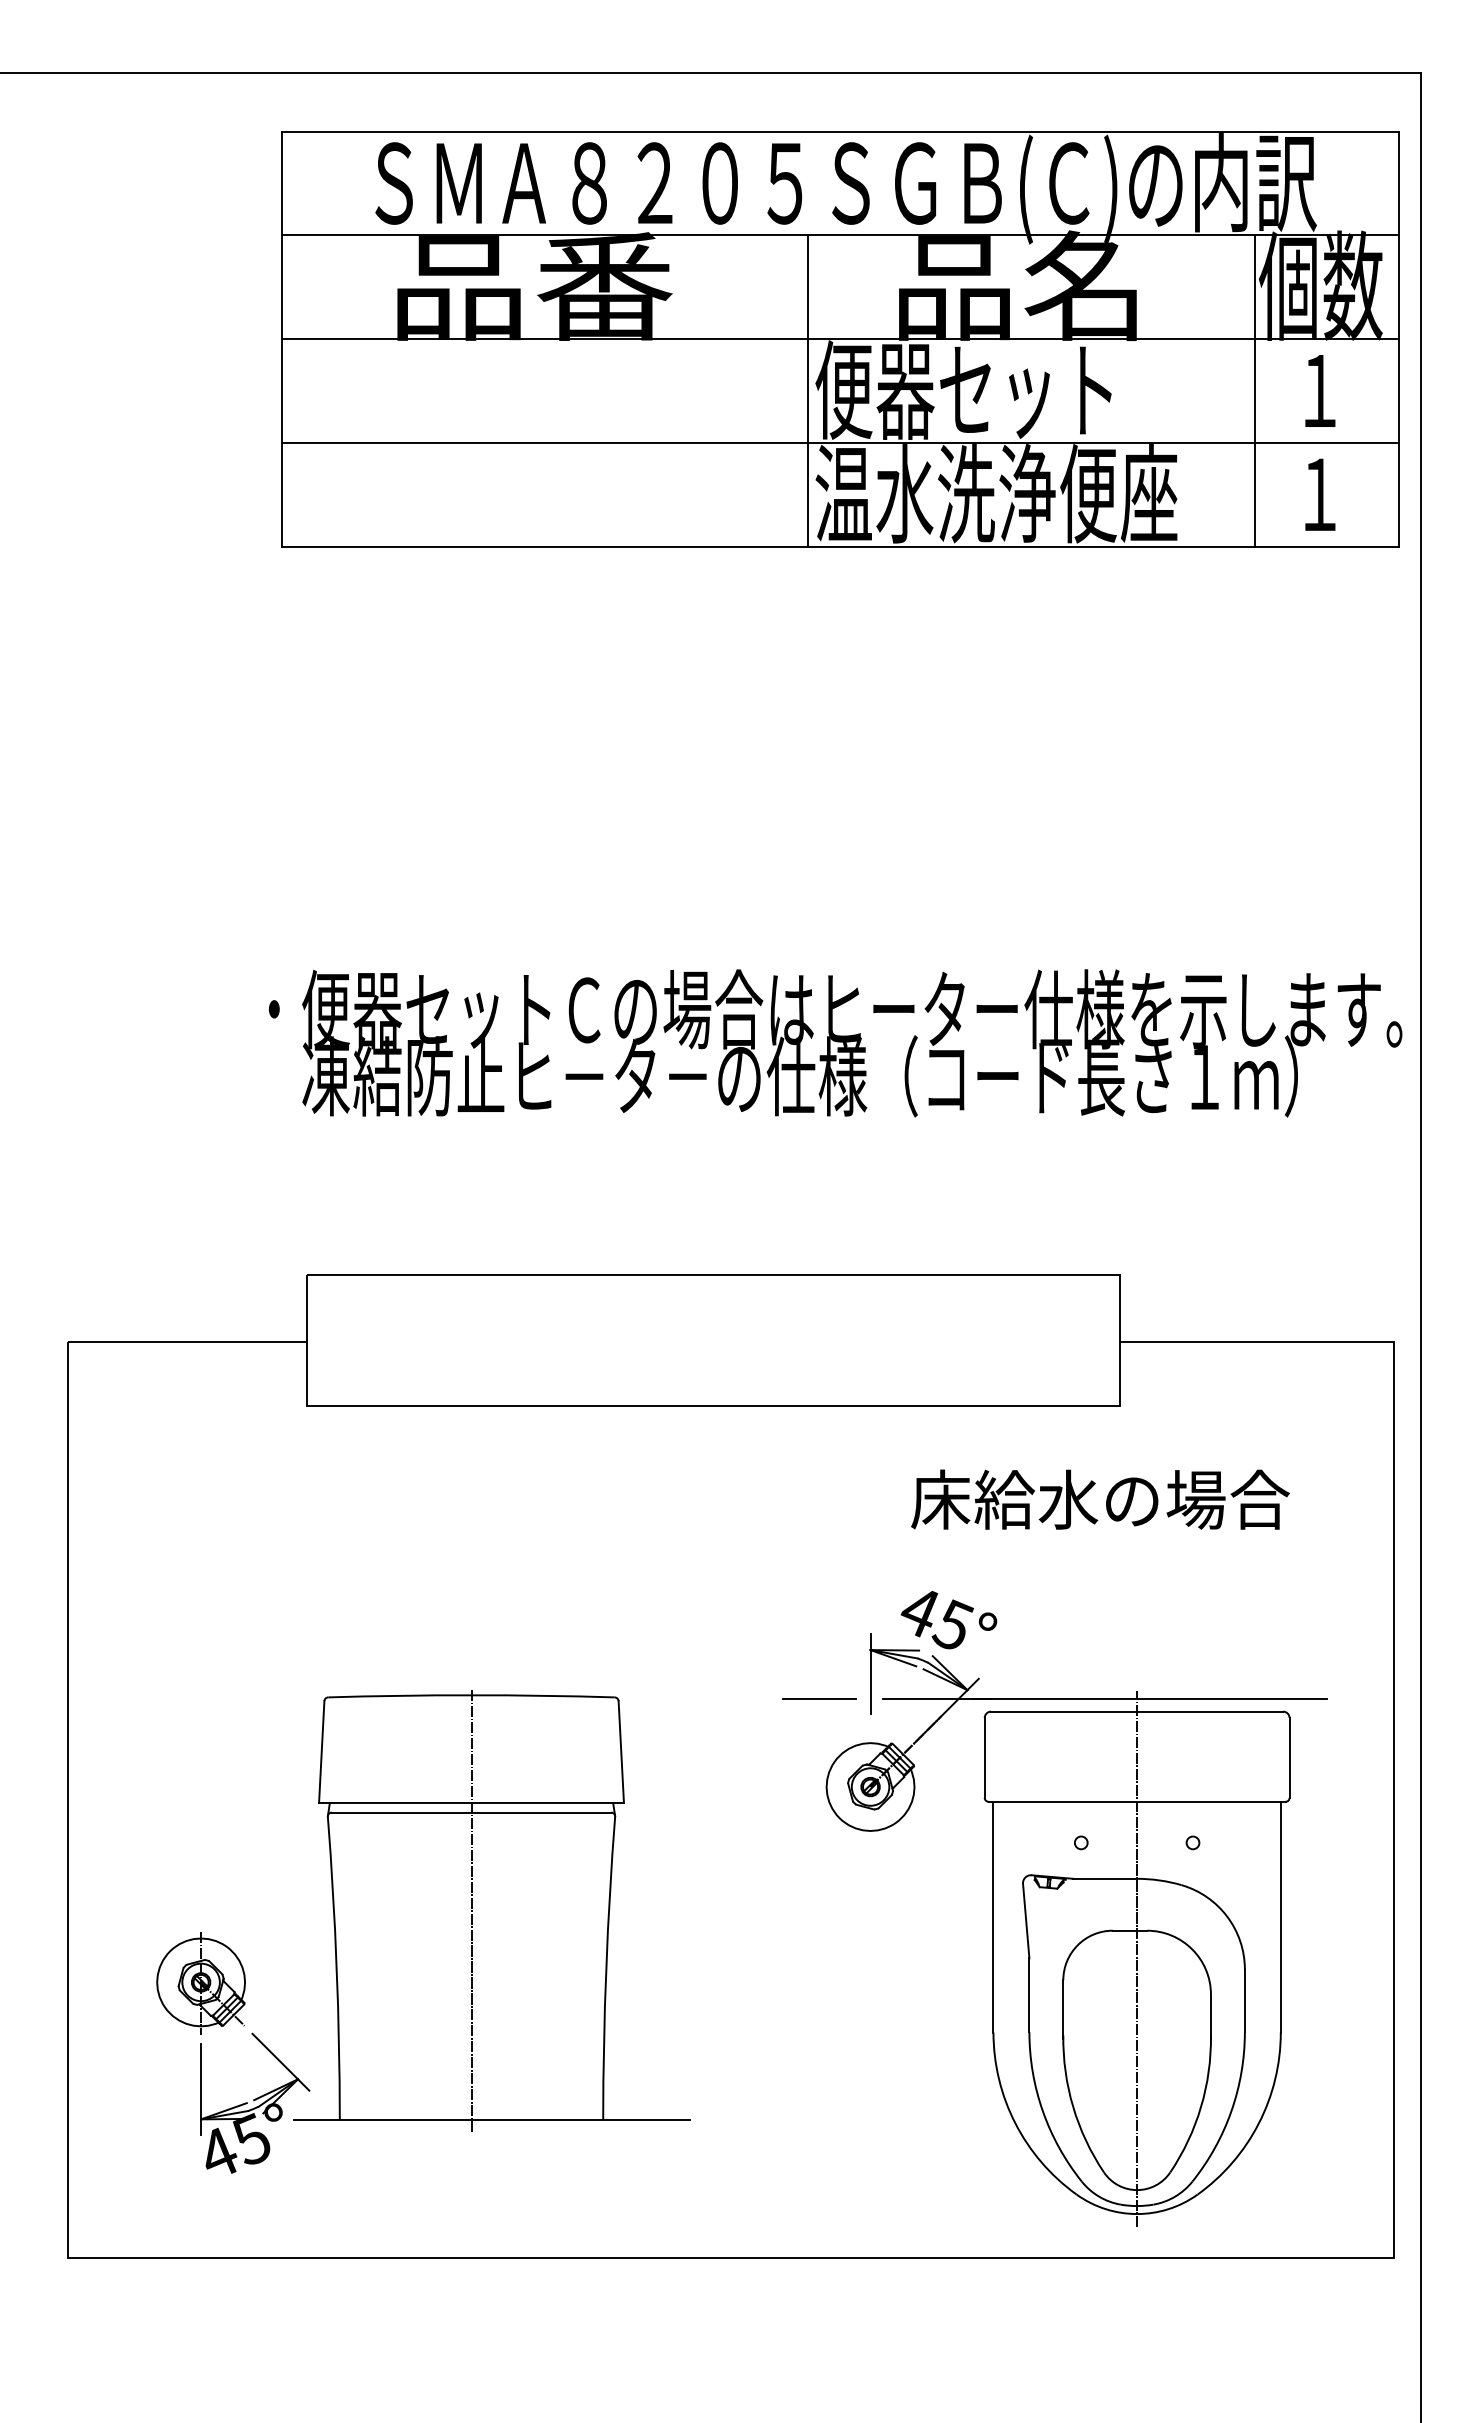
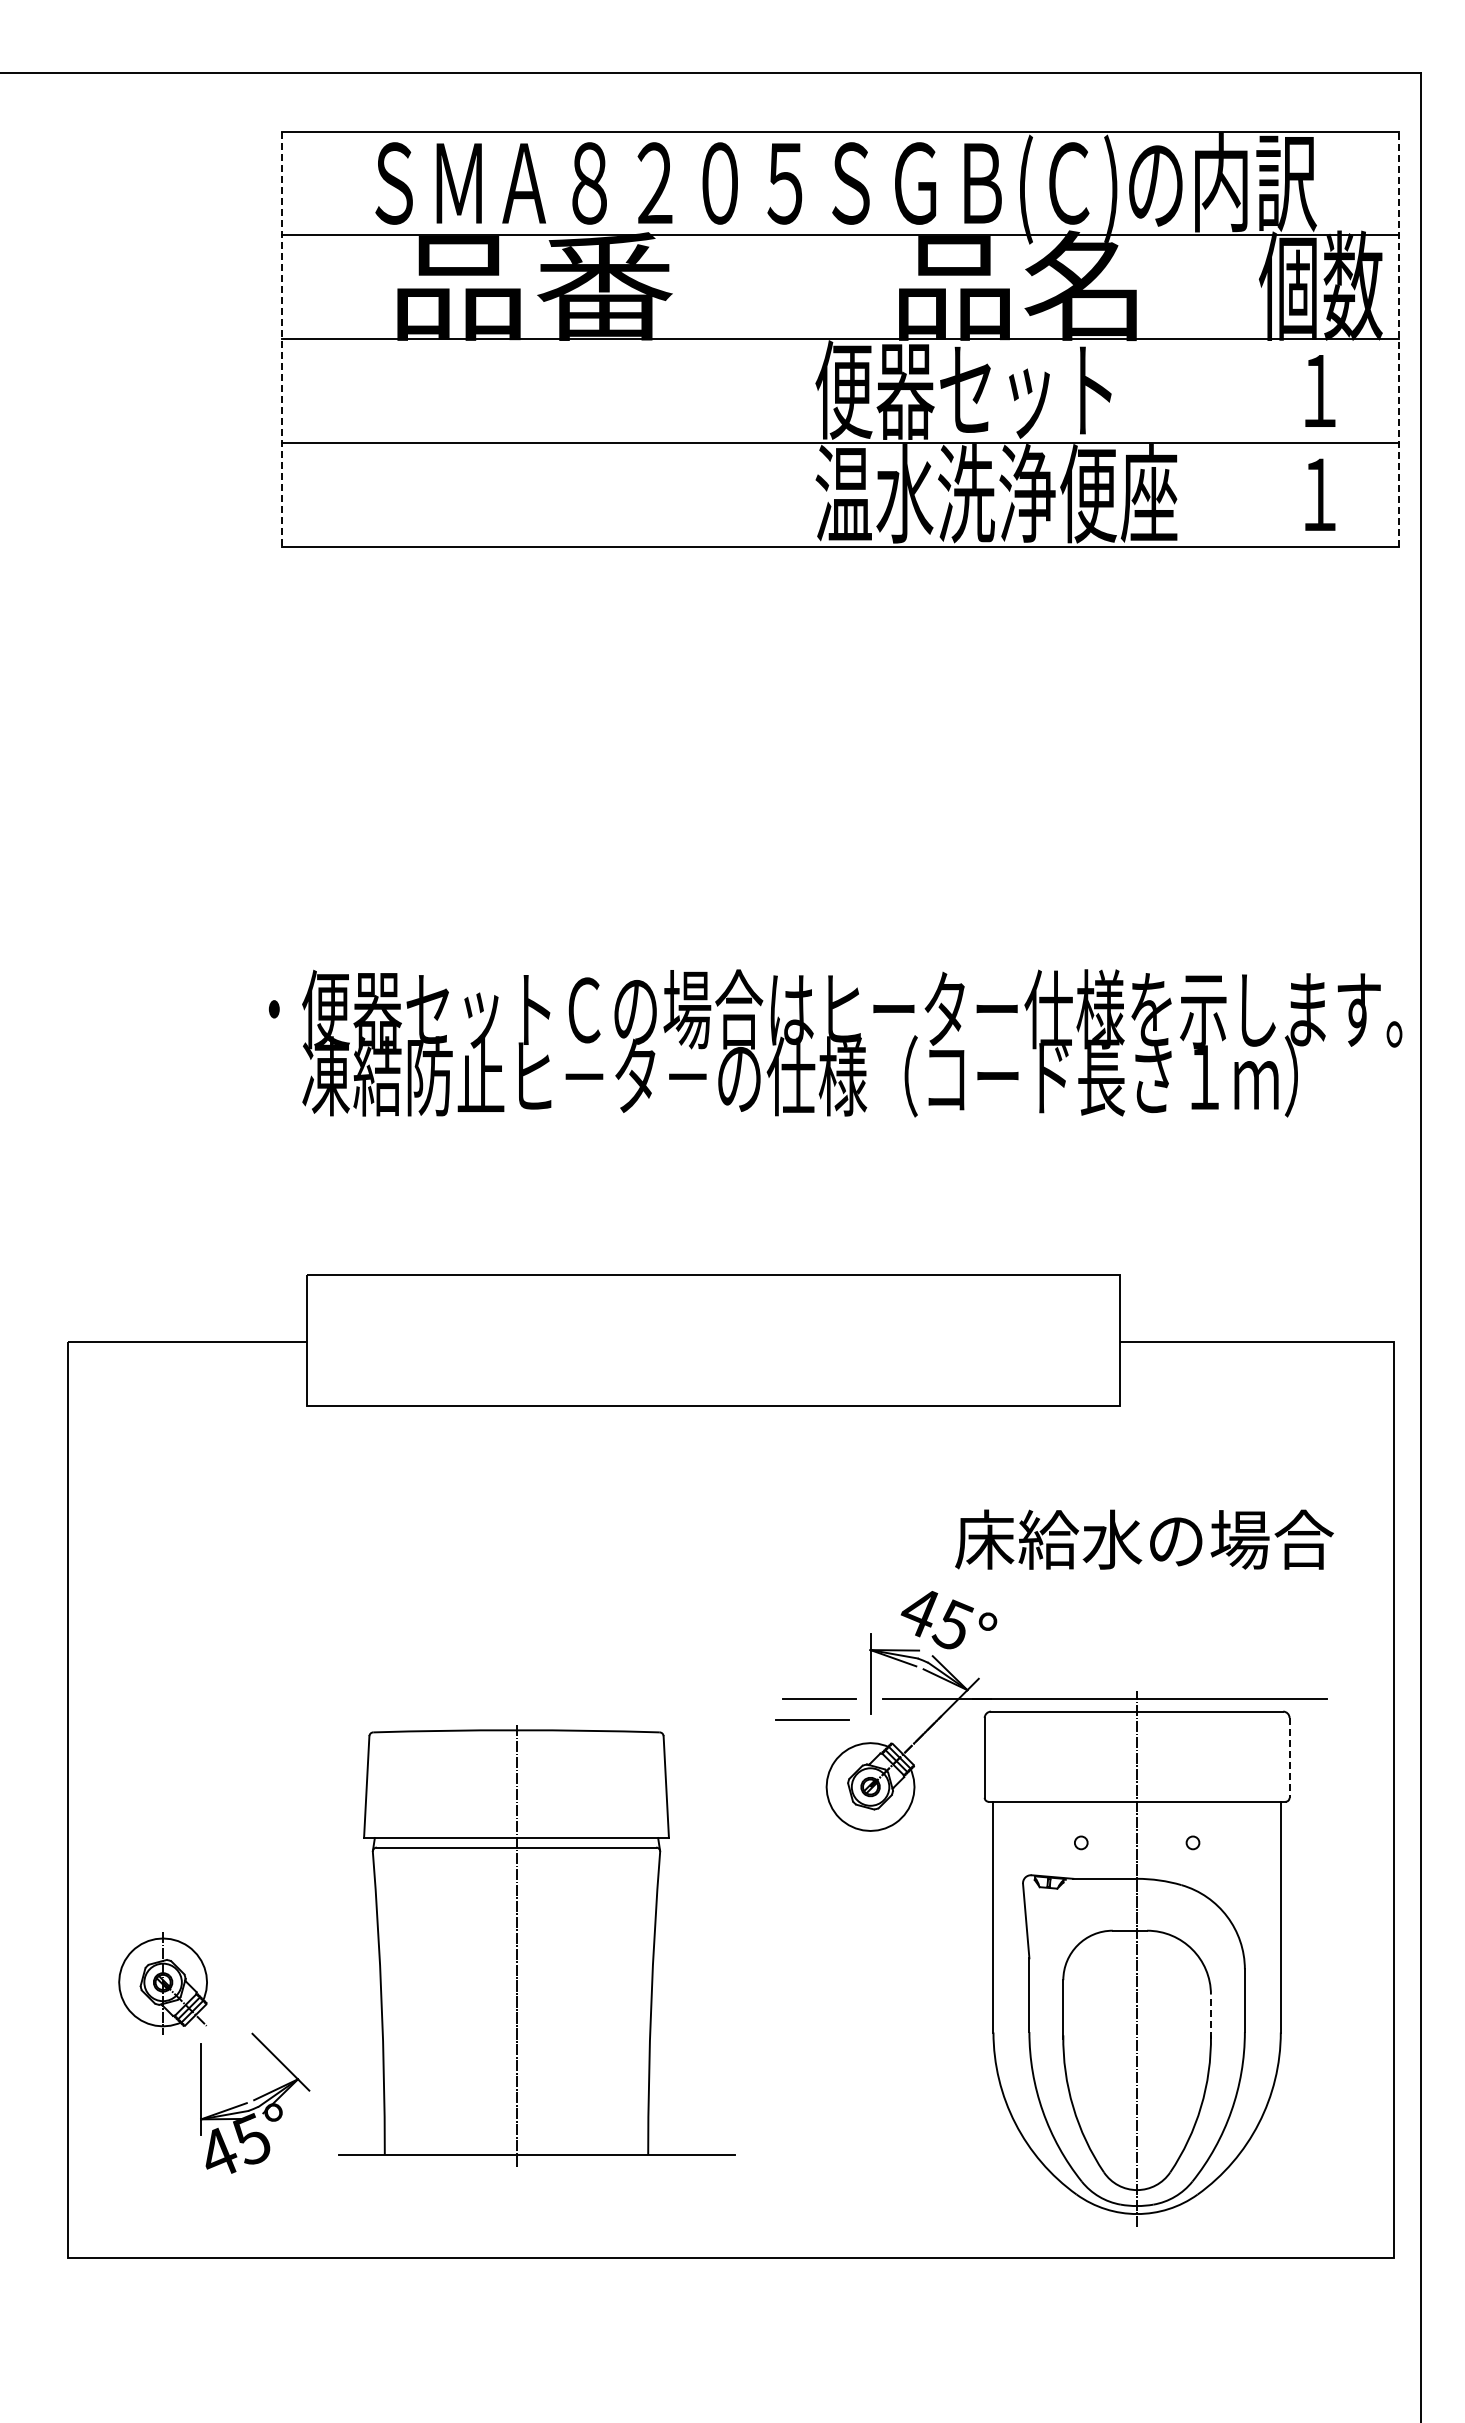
line at (281, 339): solid -> dashed
line at (1398, 339): solid -> dashed
line at (808, 390): present -> none
line at (1255, 390): present -> none
text at (1100, 1499) position: (1100, 1499) -> (1144, 1539)
line at (812, 1719): none -> present
line at (1289, 1757): solid -> dashed
part at (491, 1910) position: (491, 1910) -> (536, 1945)
part at (200, 1983) position: (200, 1983) -> (162, 1983)
line at (1210, 2016): solid -> dashed
